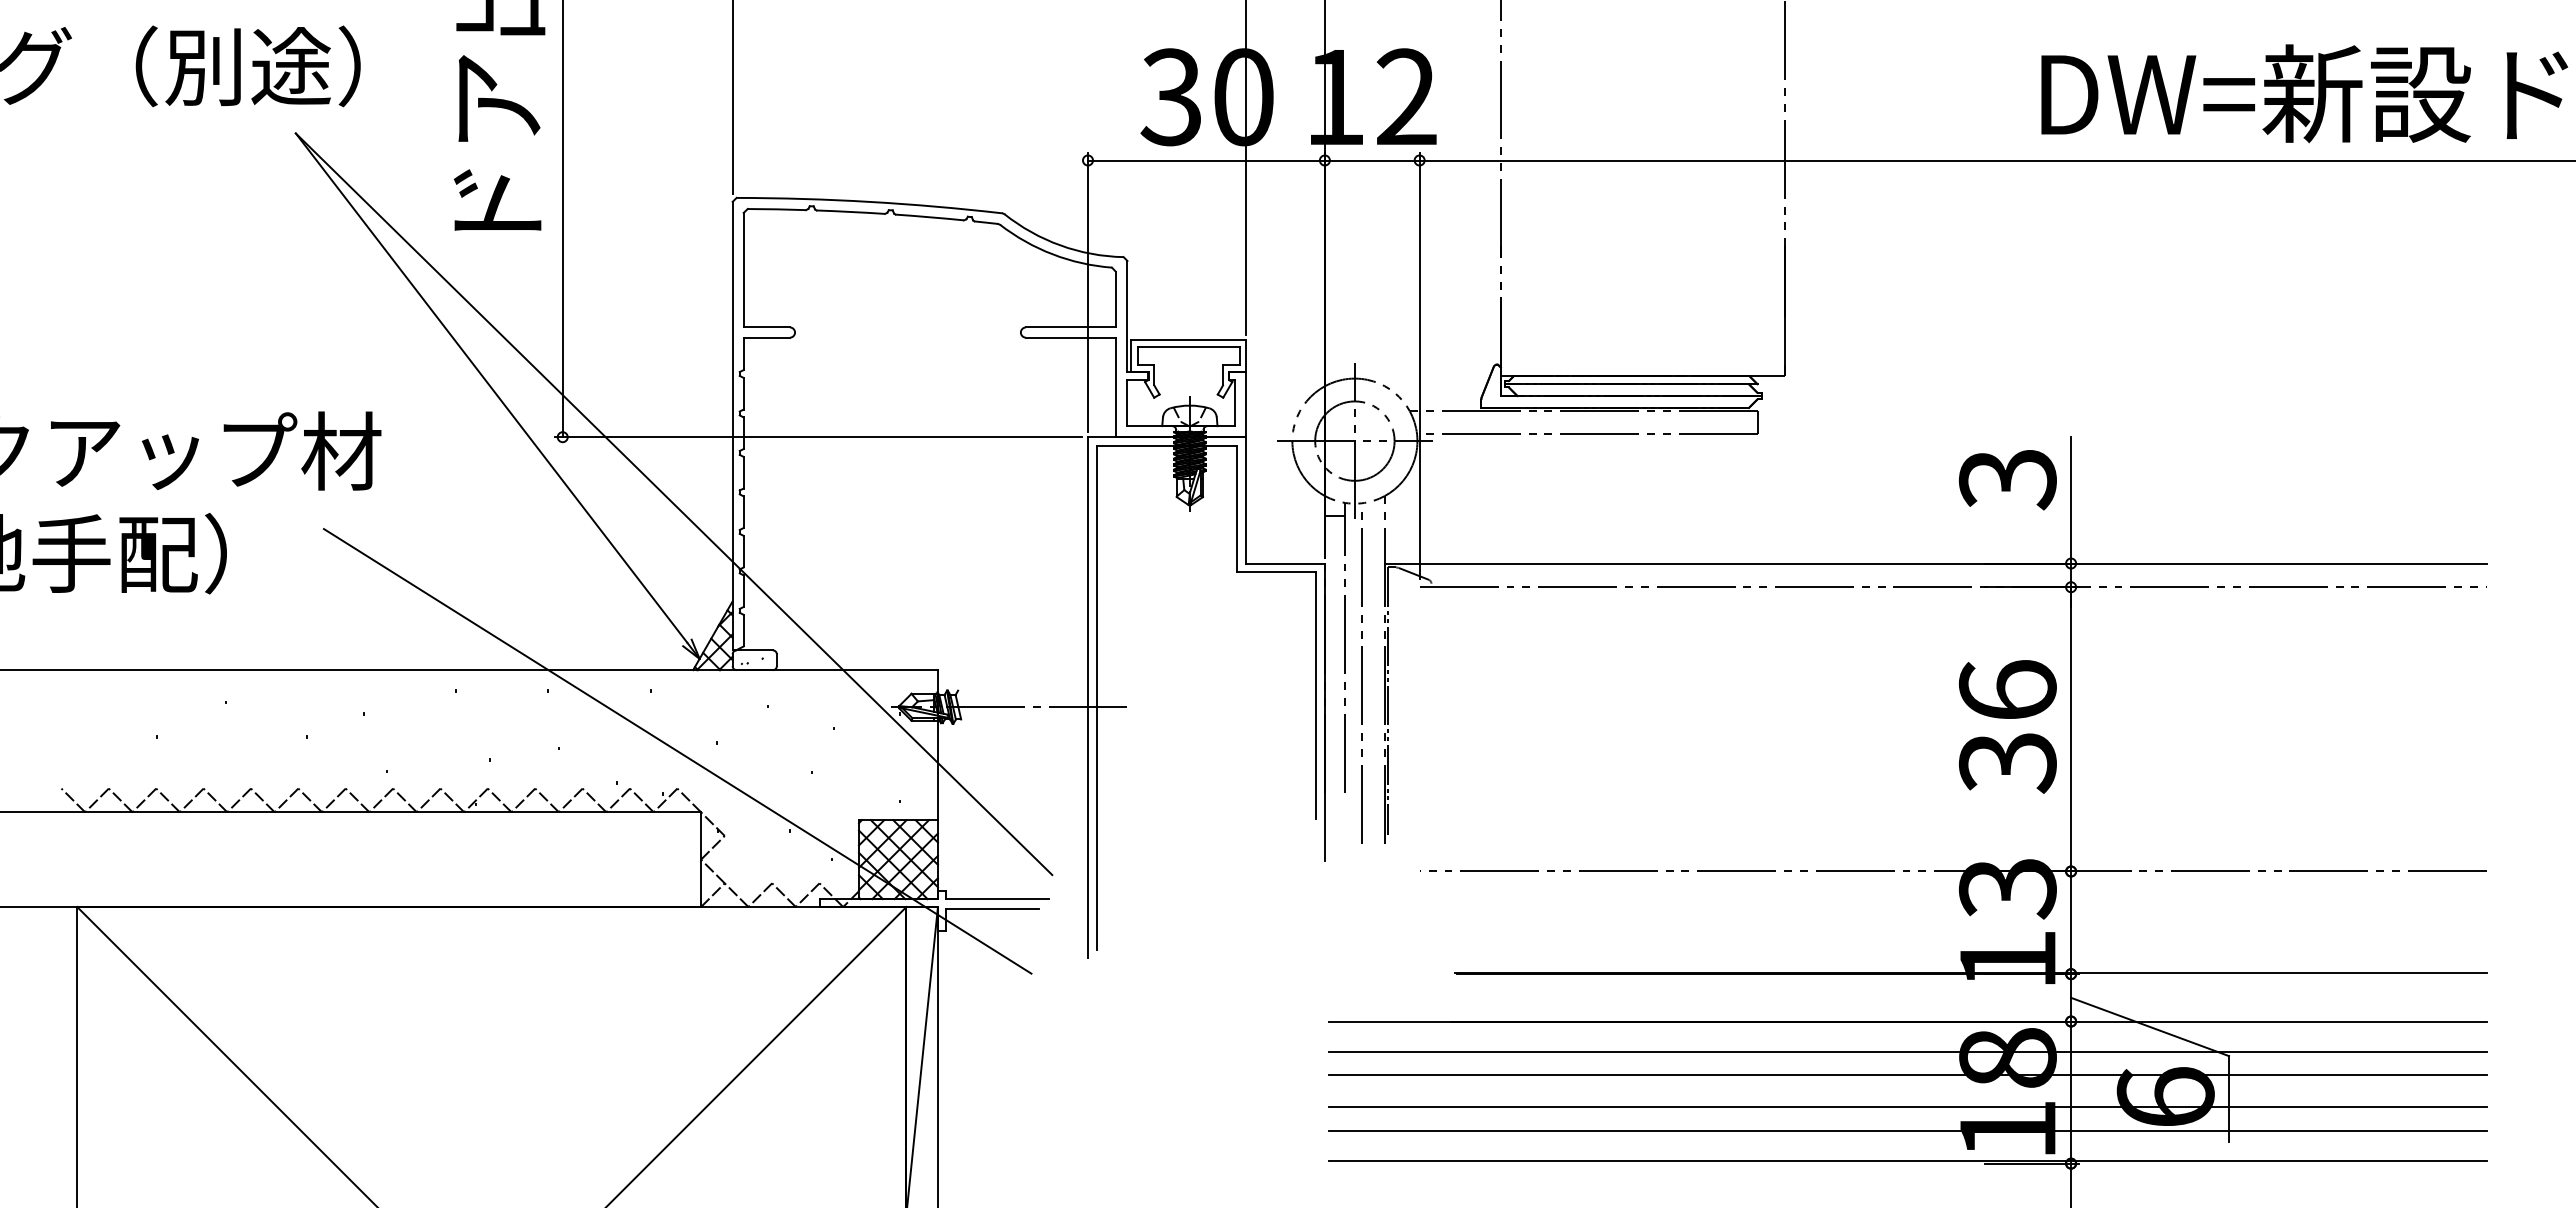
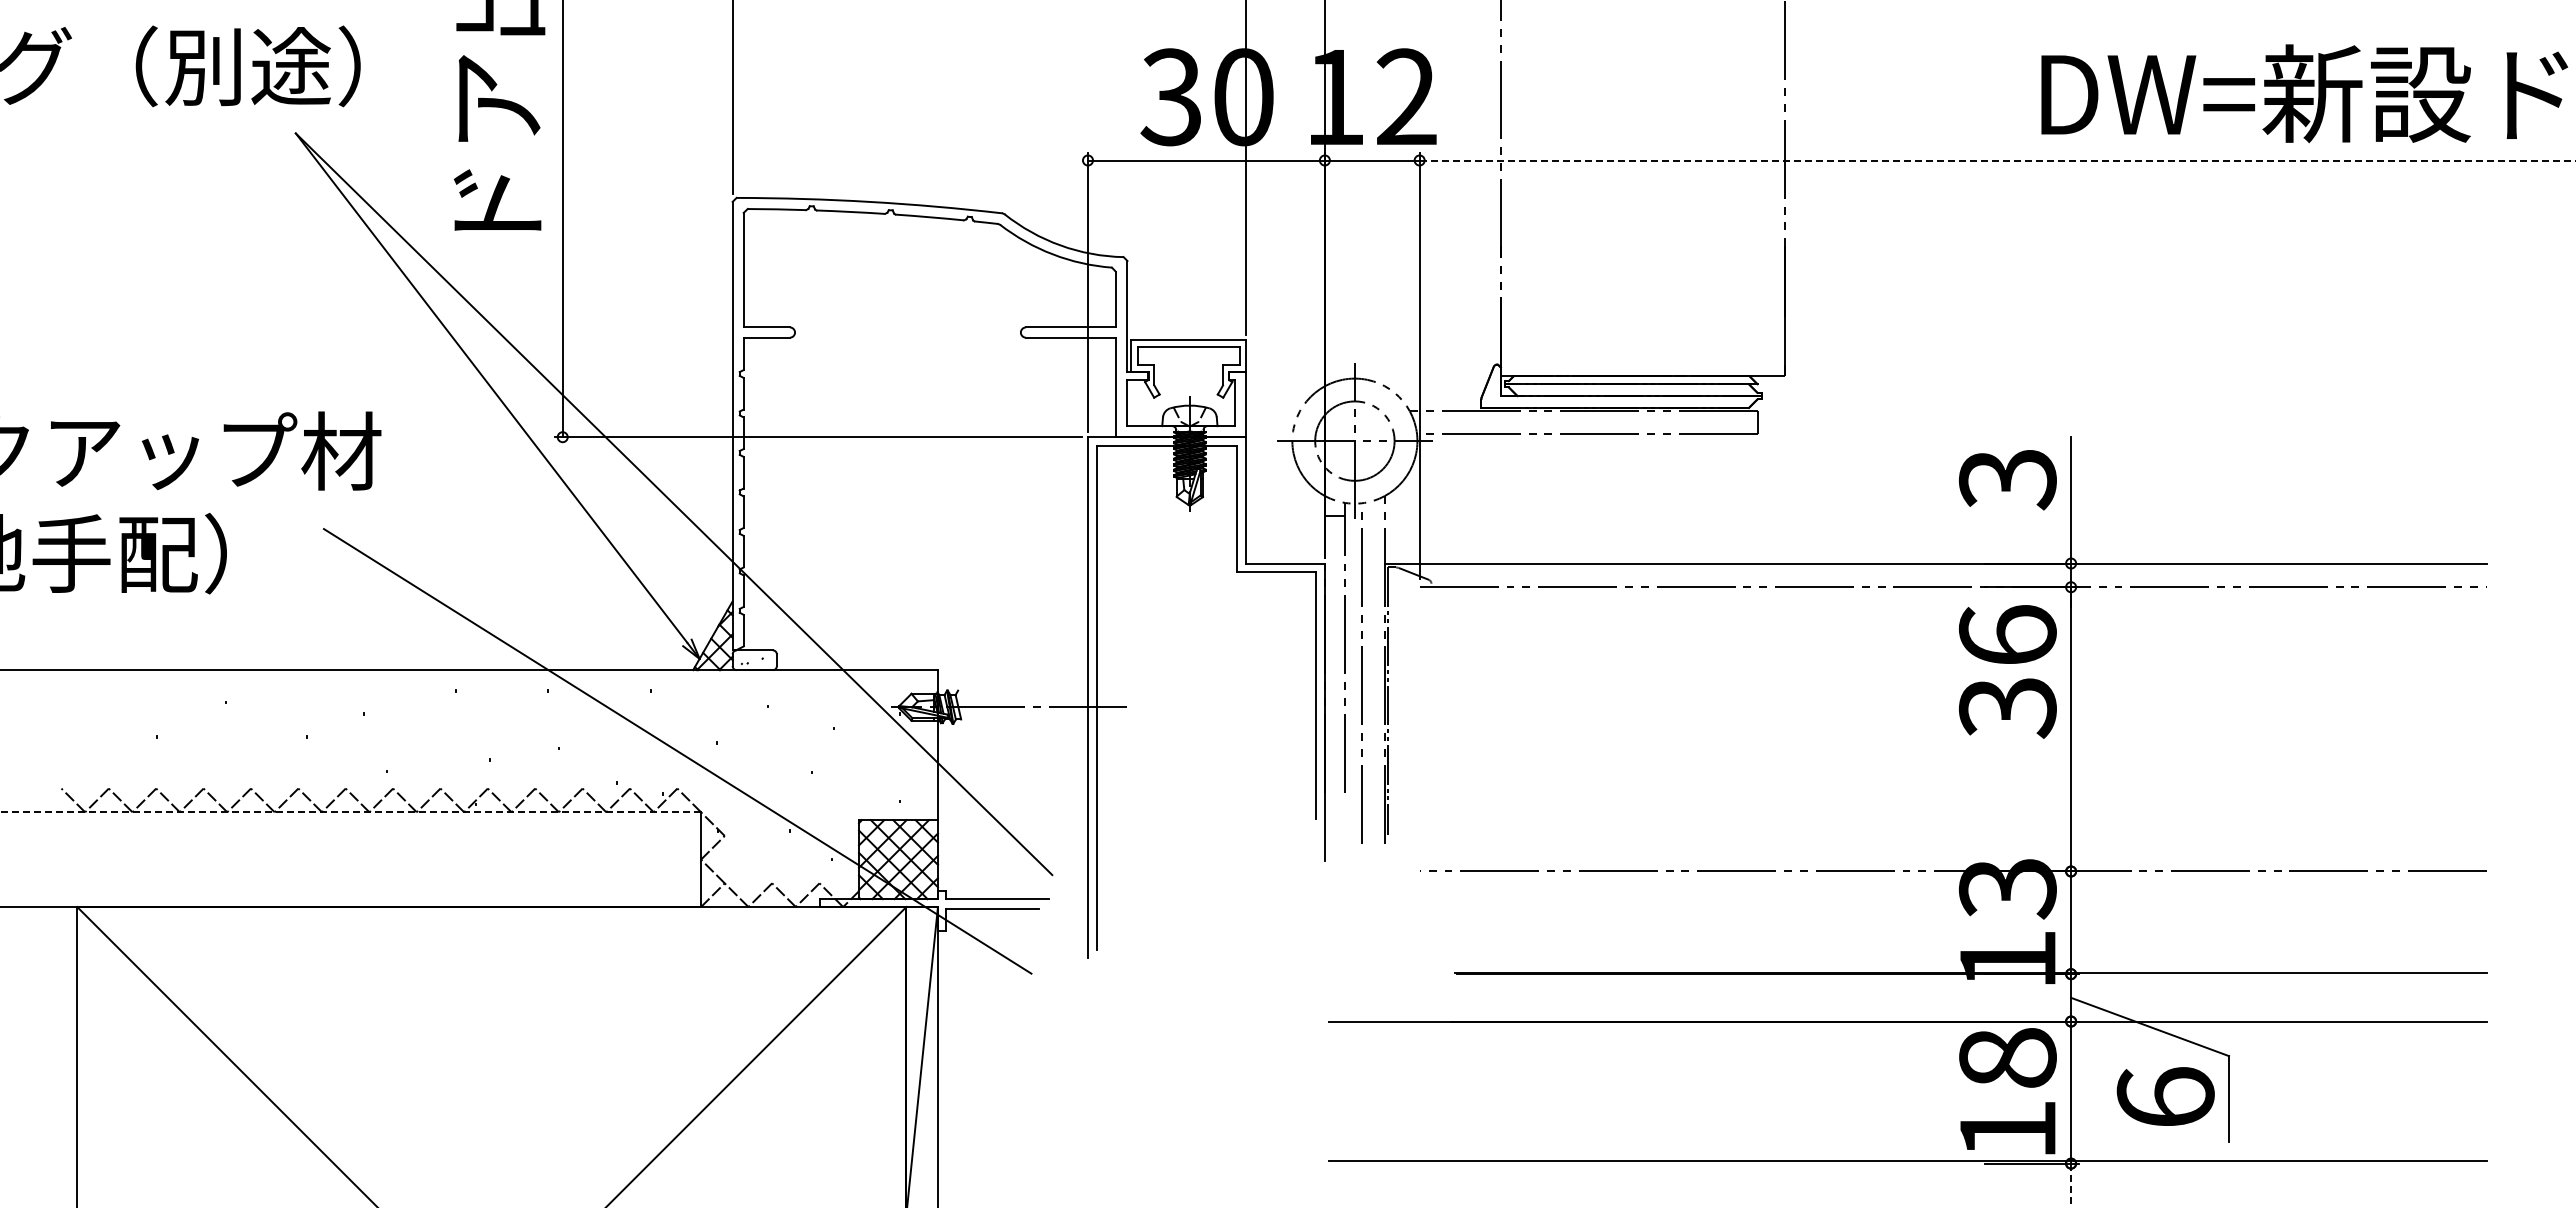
line at (1997, 160): solid -> dashed
text at (2007, 726) position: (2007, 726) -> (2007, 671)
line at (350, 812): solid -> dashed
line at (1907, 1051): present -> none
line at (1907, 1075): present -> none
line at (1907, 1106): present -> none
line at (1907, 1130): present -> none
line at (2071, 1185): solid -> dashed
